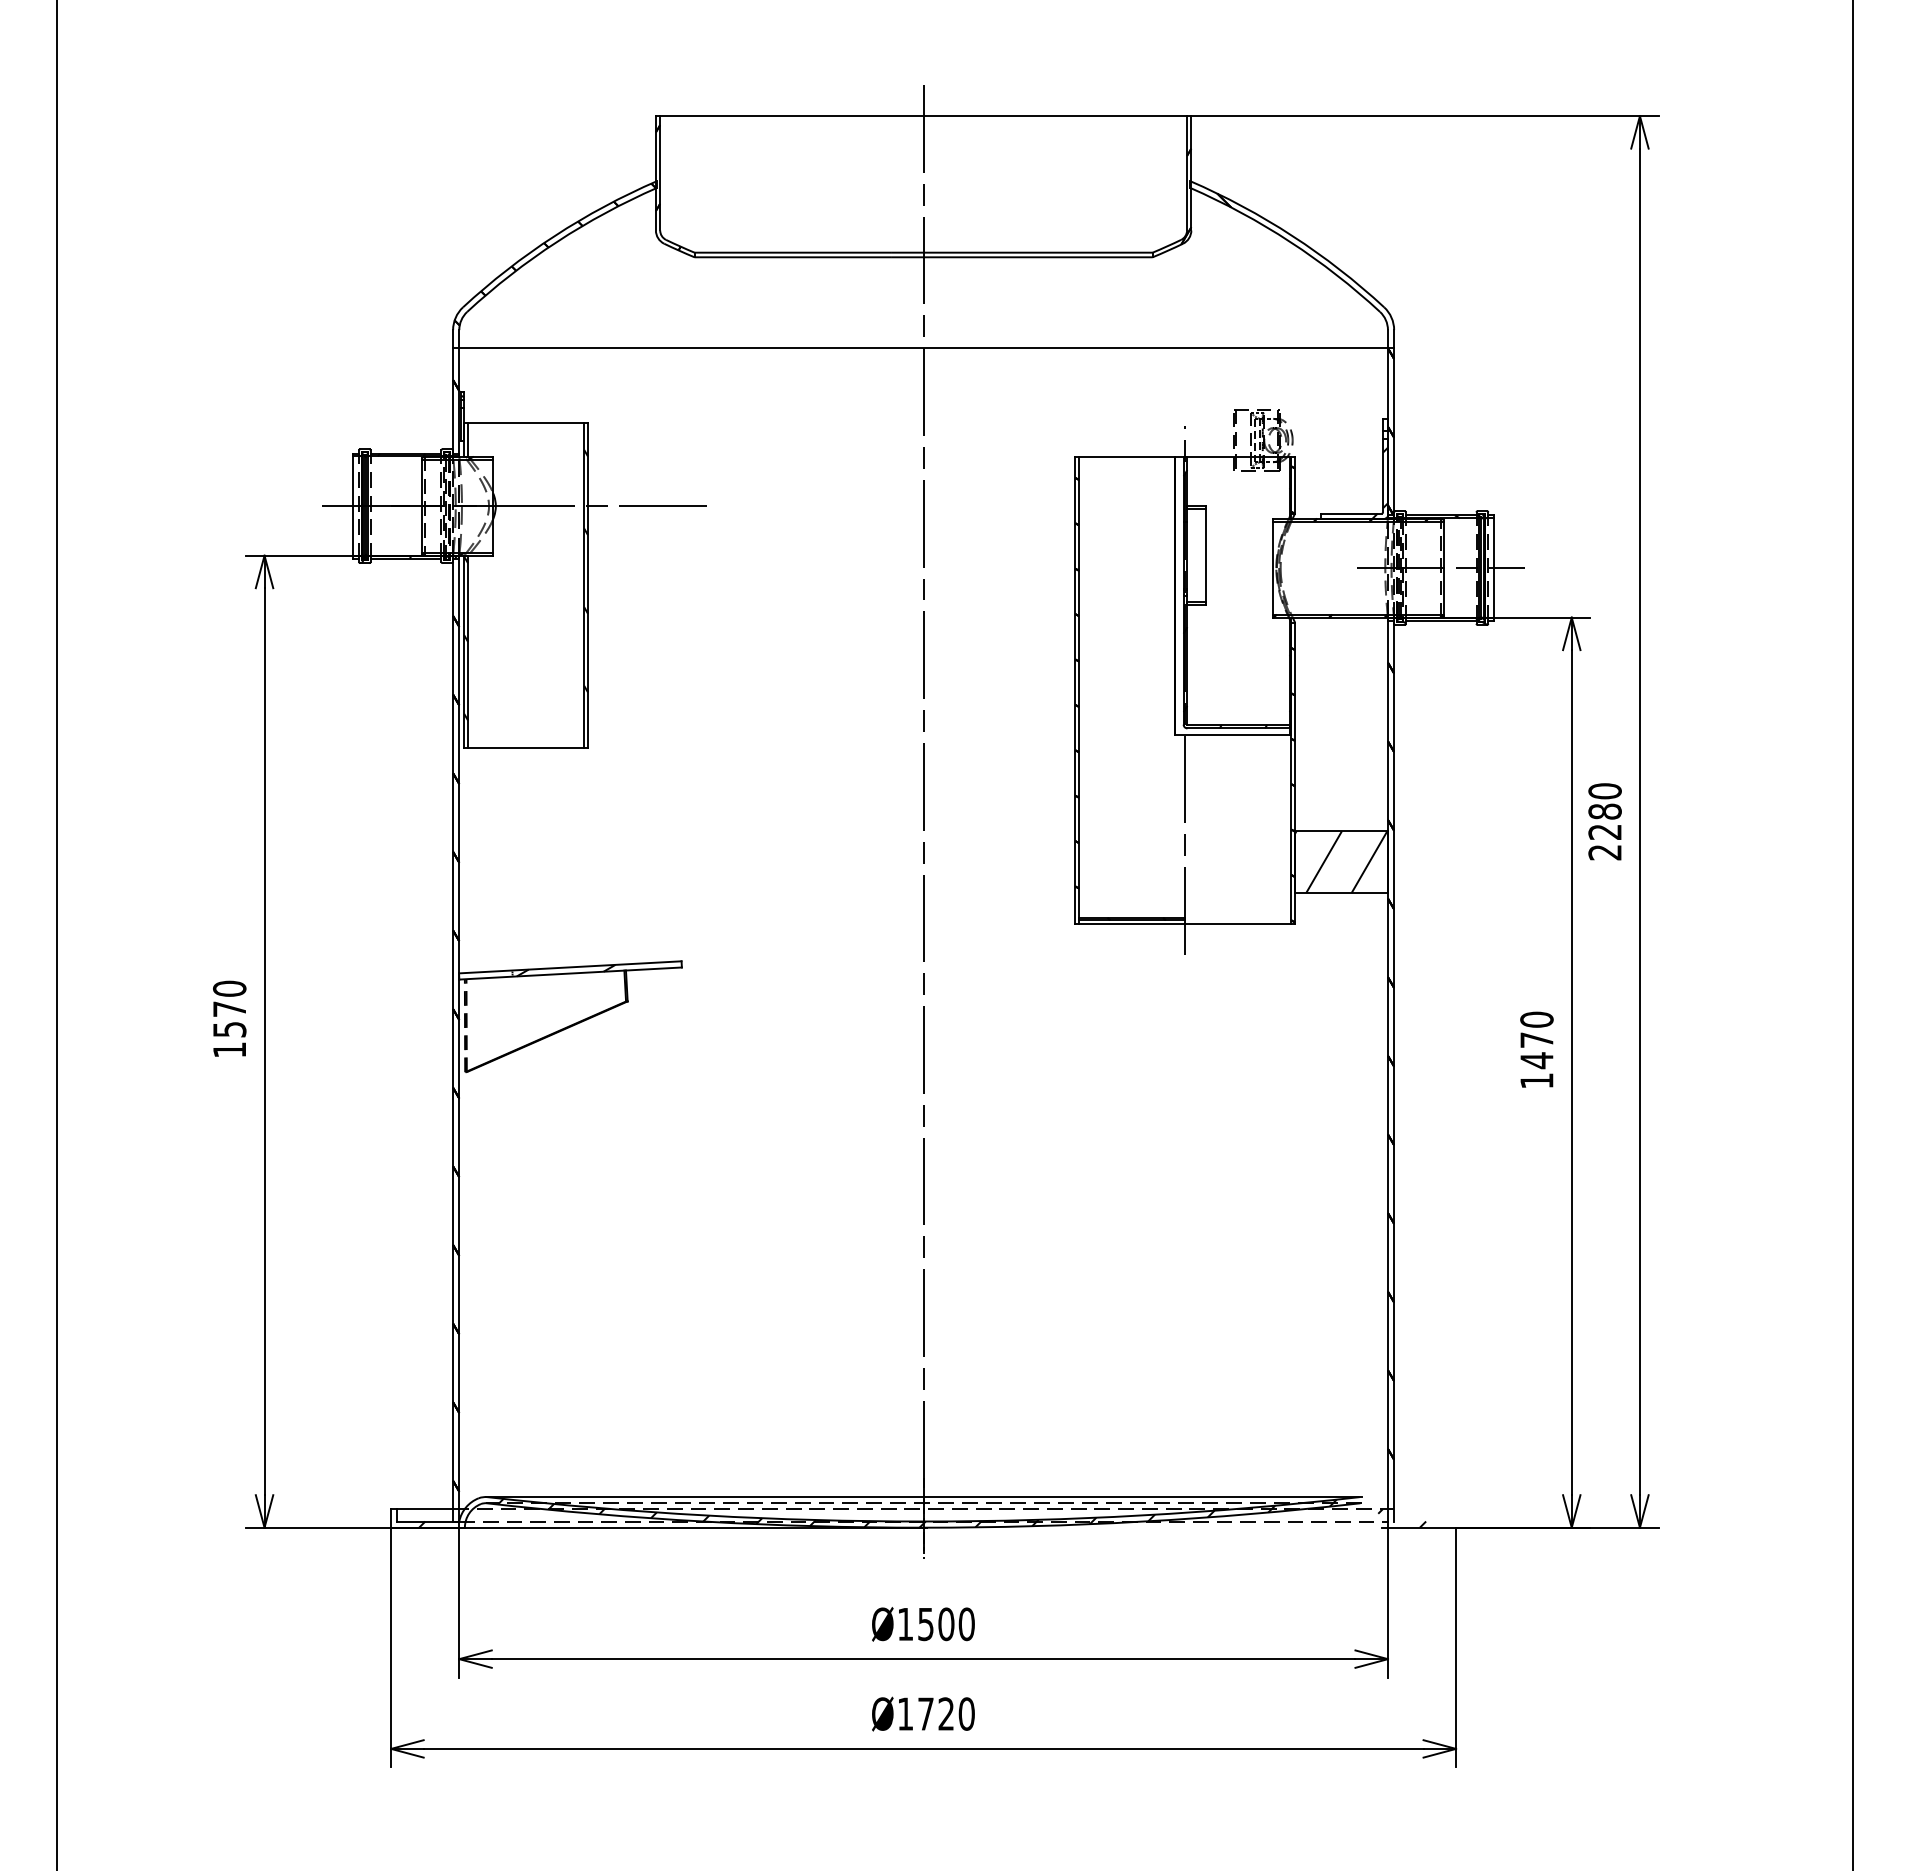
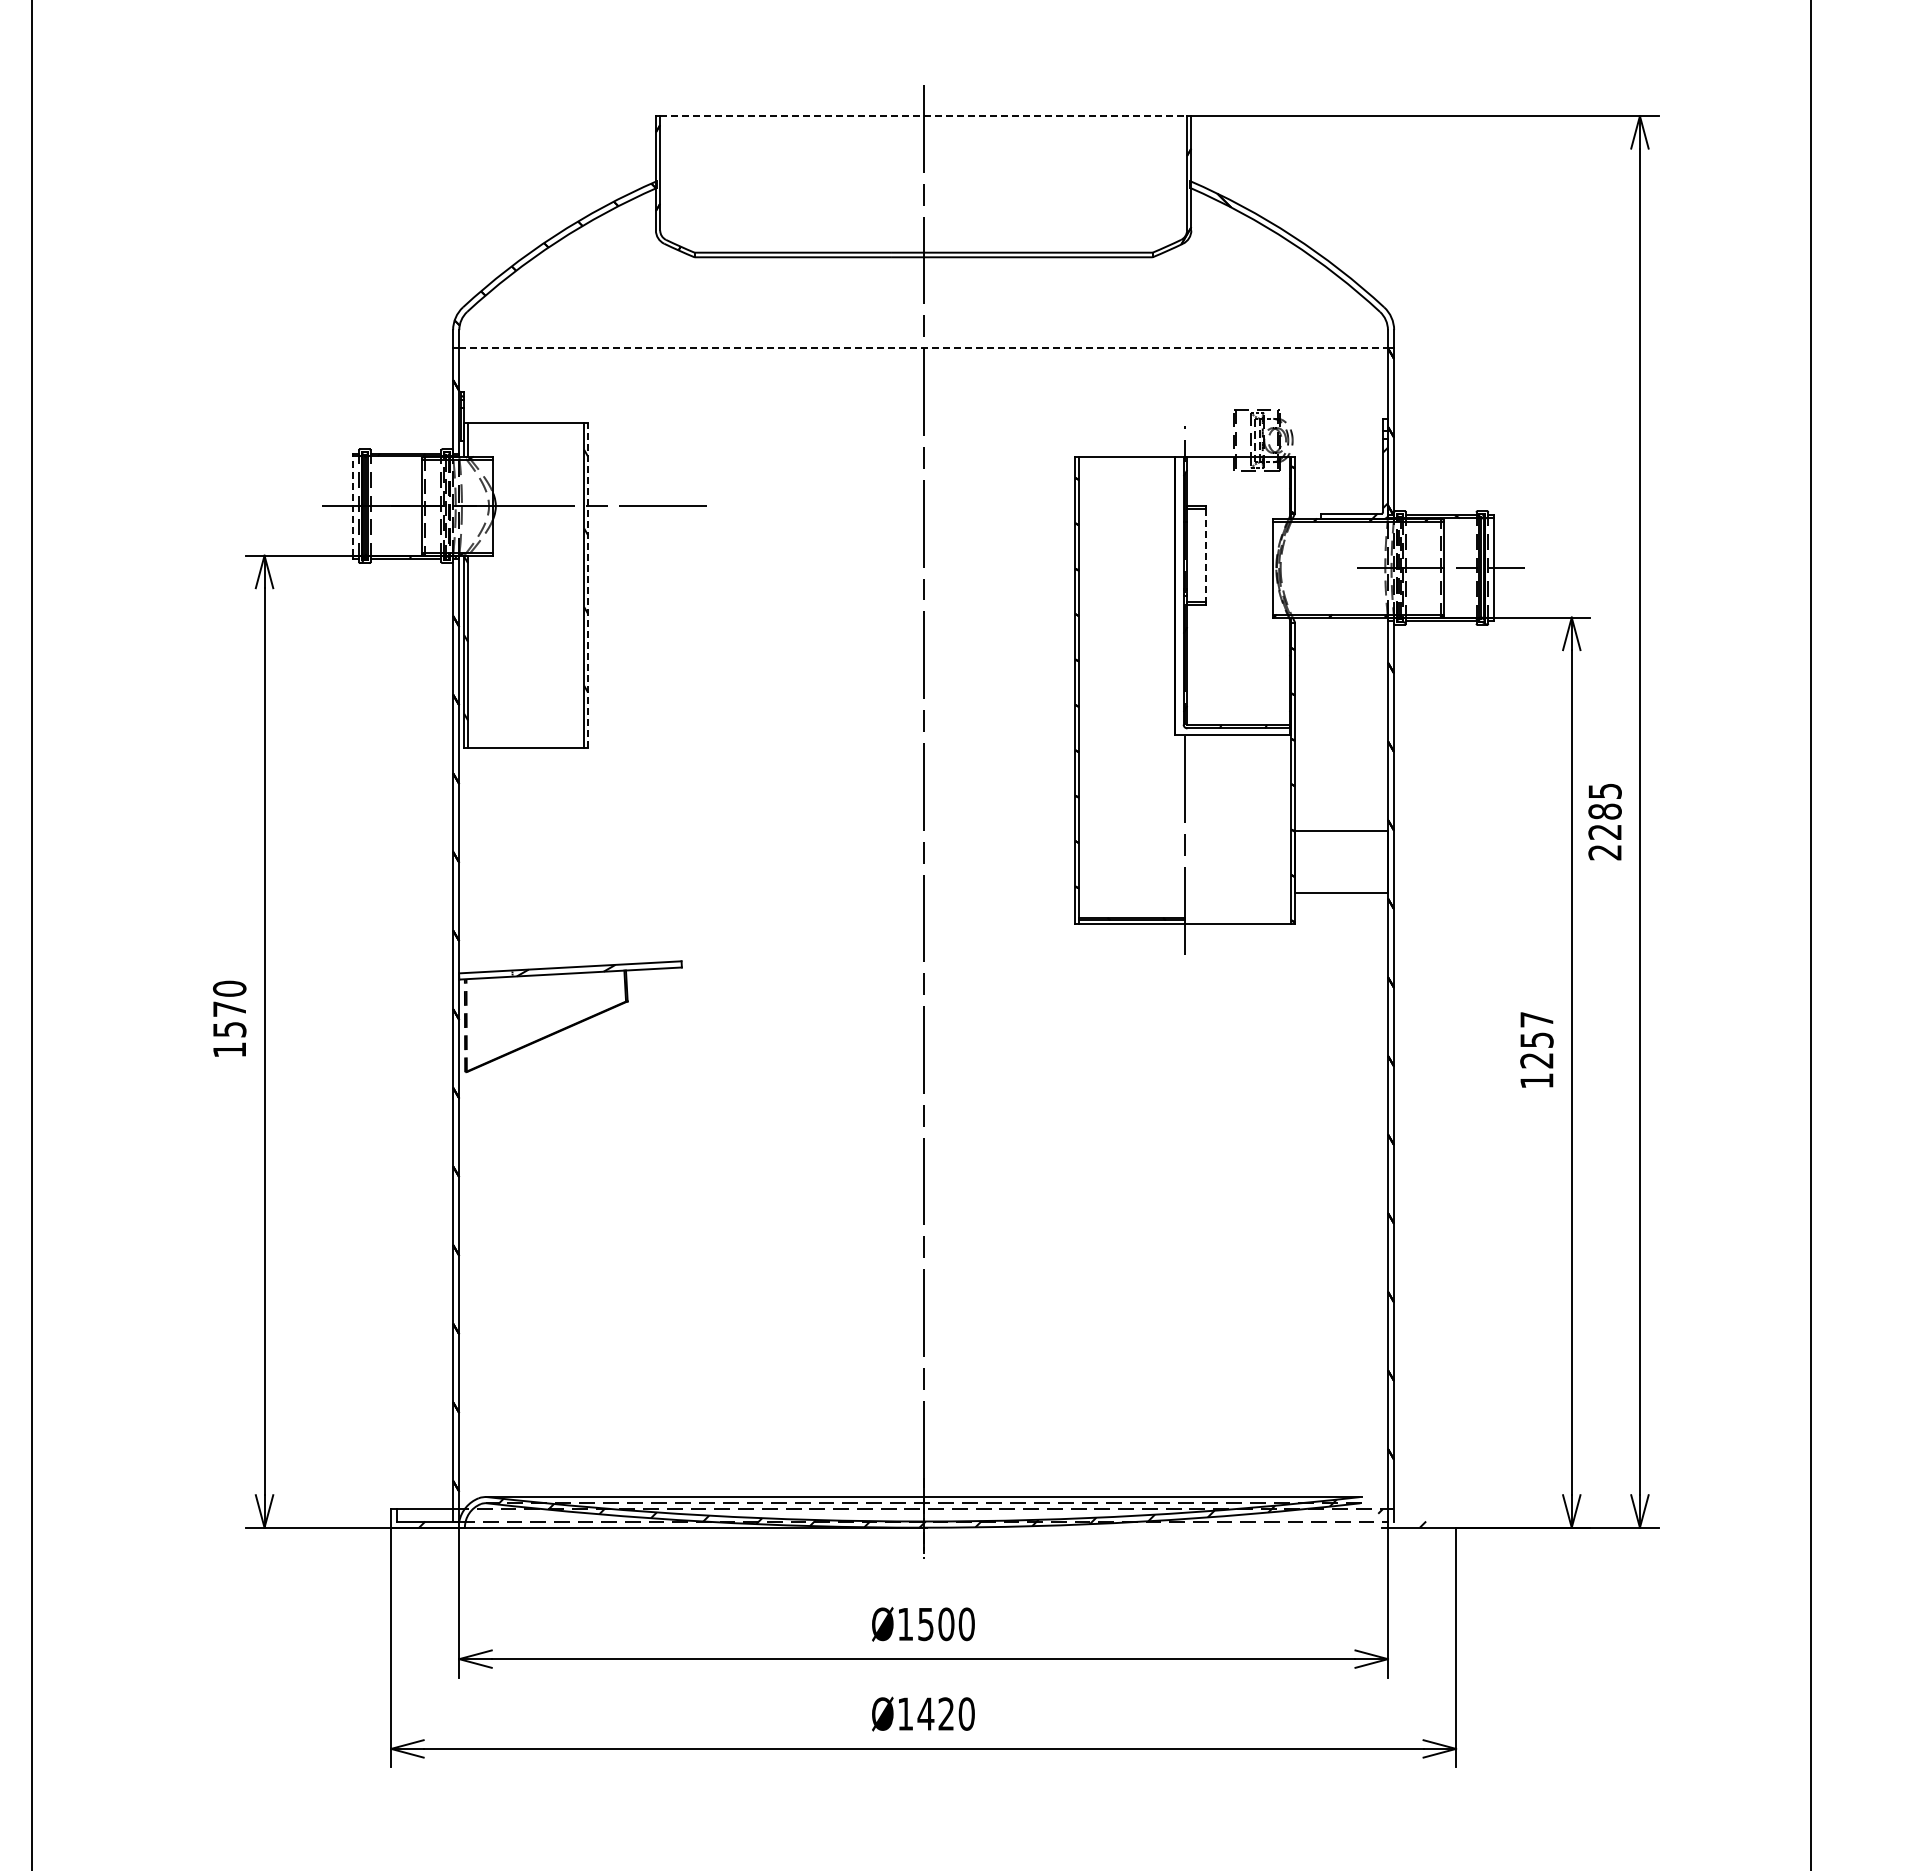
line at (924, 116): solid -> dashed
line at (924, 347): solid -> dashed
line at (352, 506): solid -> dashed
line at (1205, 556): solid -> dashed
line at (588, 585): solid -> dashed
text at (1604, 791): 2280 -> 2285
hatch at (1341, 862): present -> none
line at (57, 934) position: (57, 934) -> (32, 934)
line at (1852, 934) position: (1852, 934) -> (1810, 934)
text at (1536, 1040): 1470 -> 1257
text at (925, 1713): Ø1720 -> Ø1420
